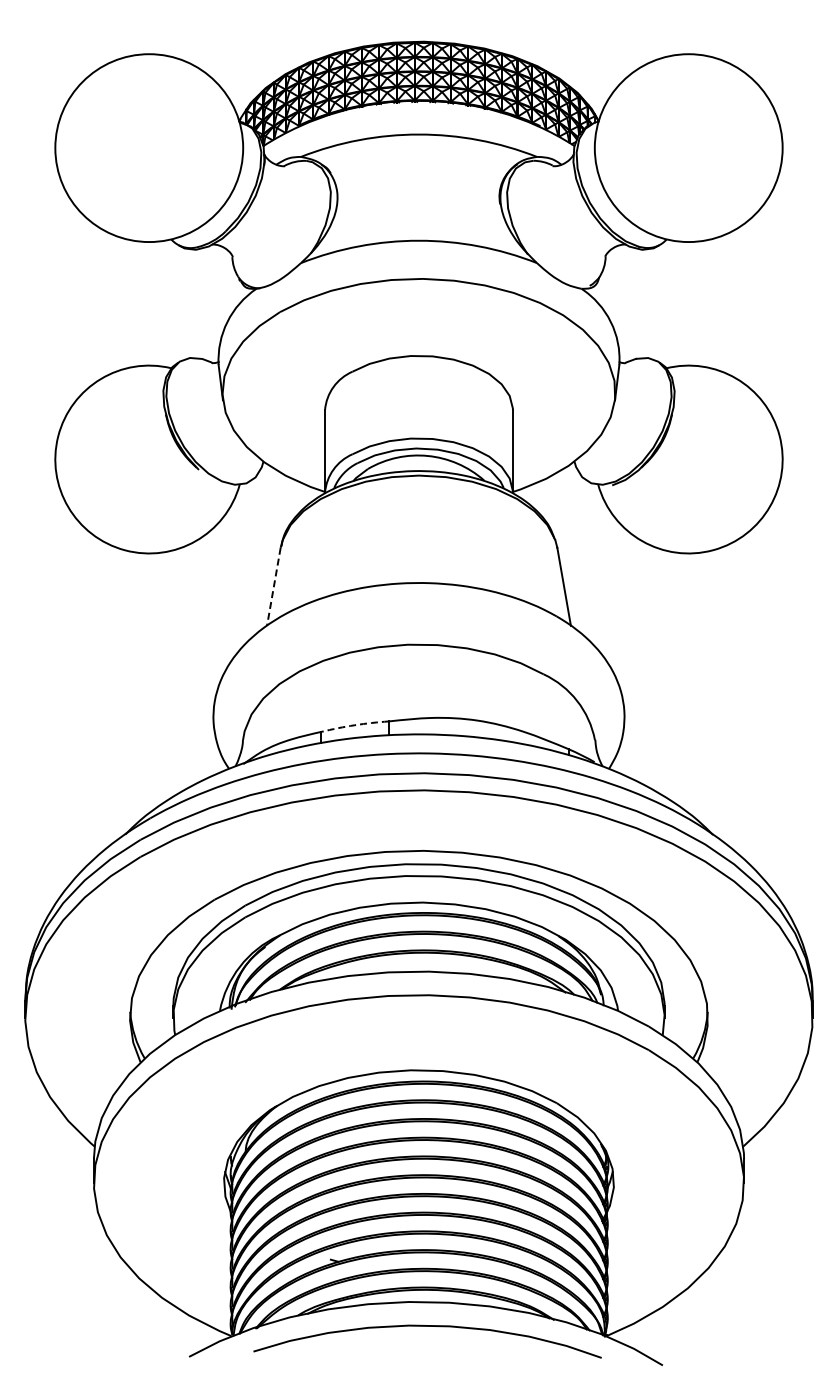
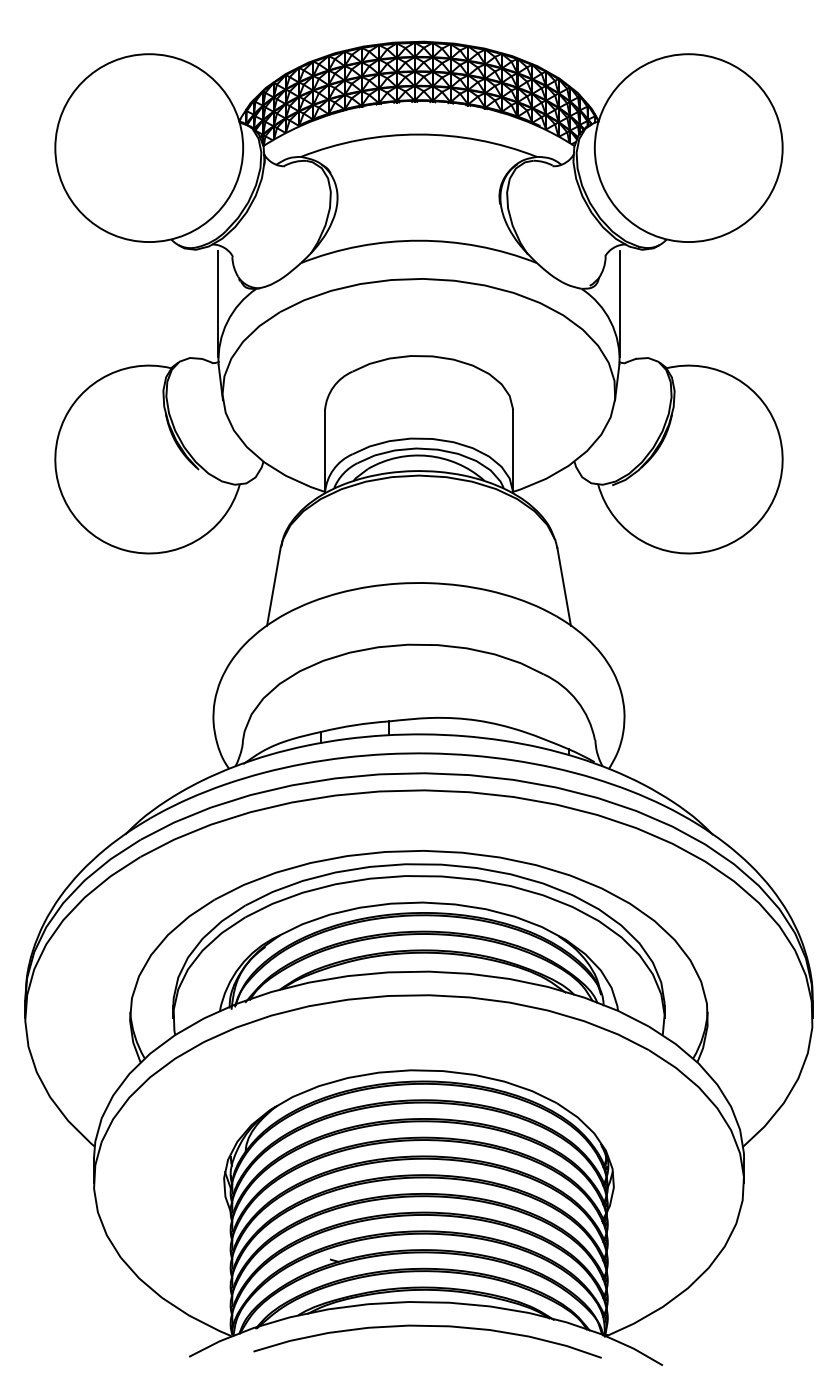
line at (218, 303): none -> present
line at (619, 303): none -> present
line at (273, 586): dashed -> solid
arc at (354, 725): dashed -> solid
